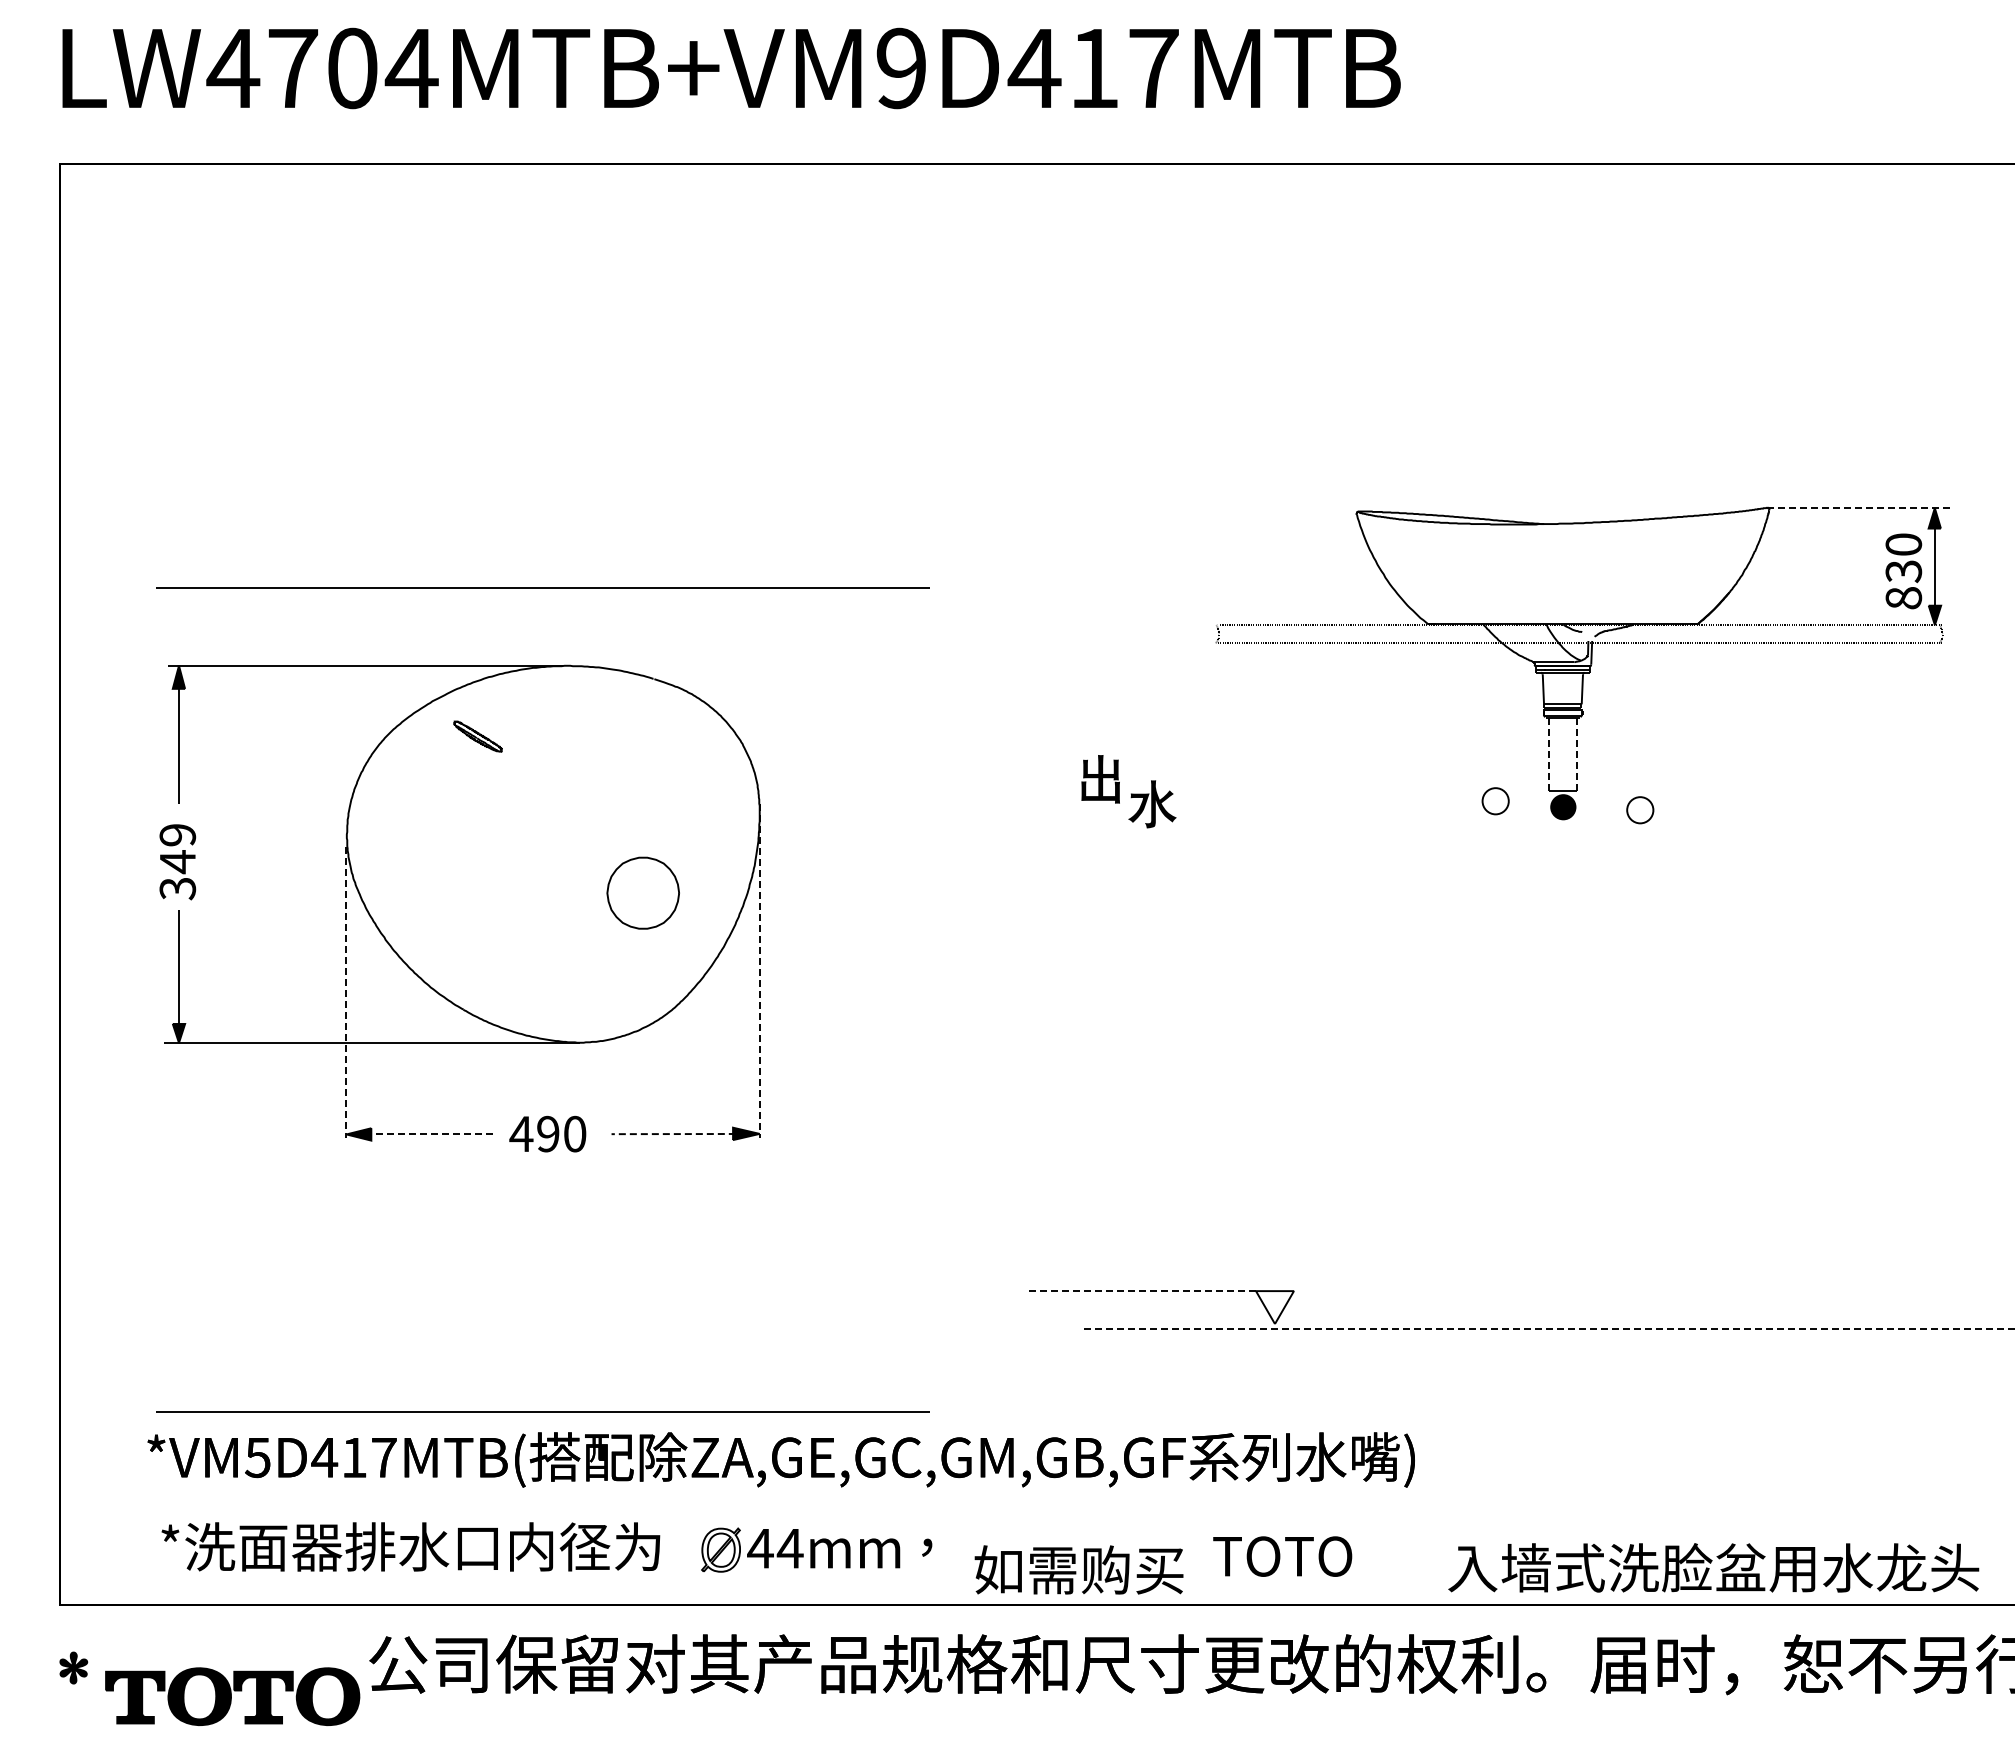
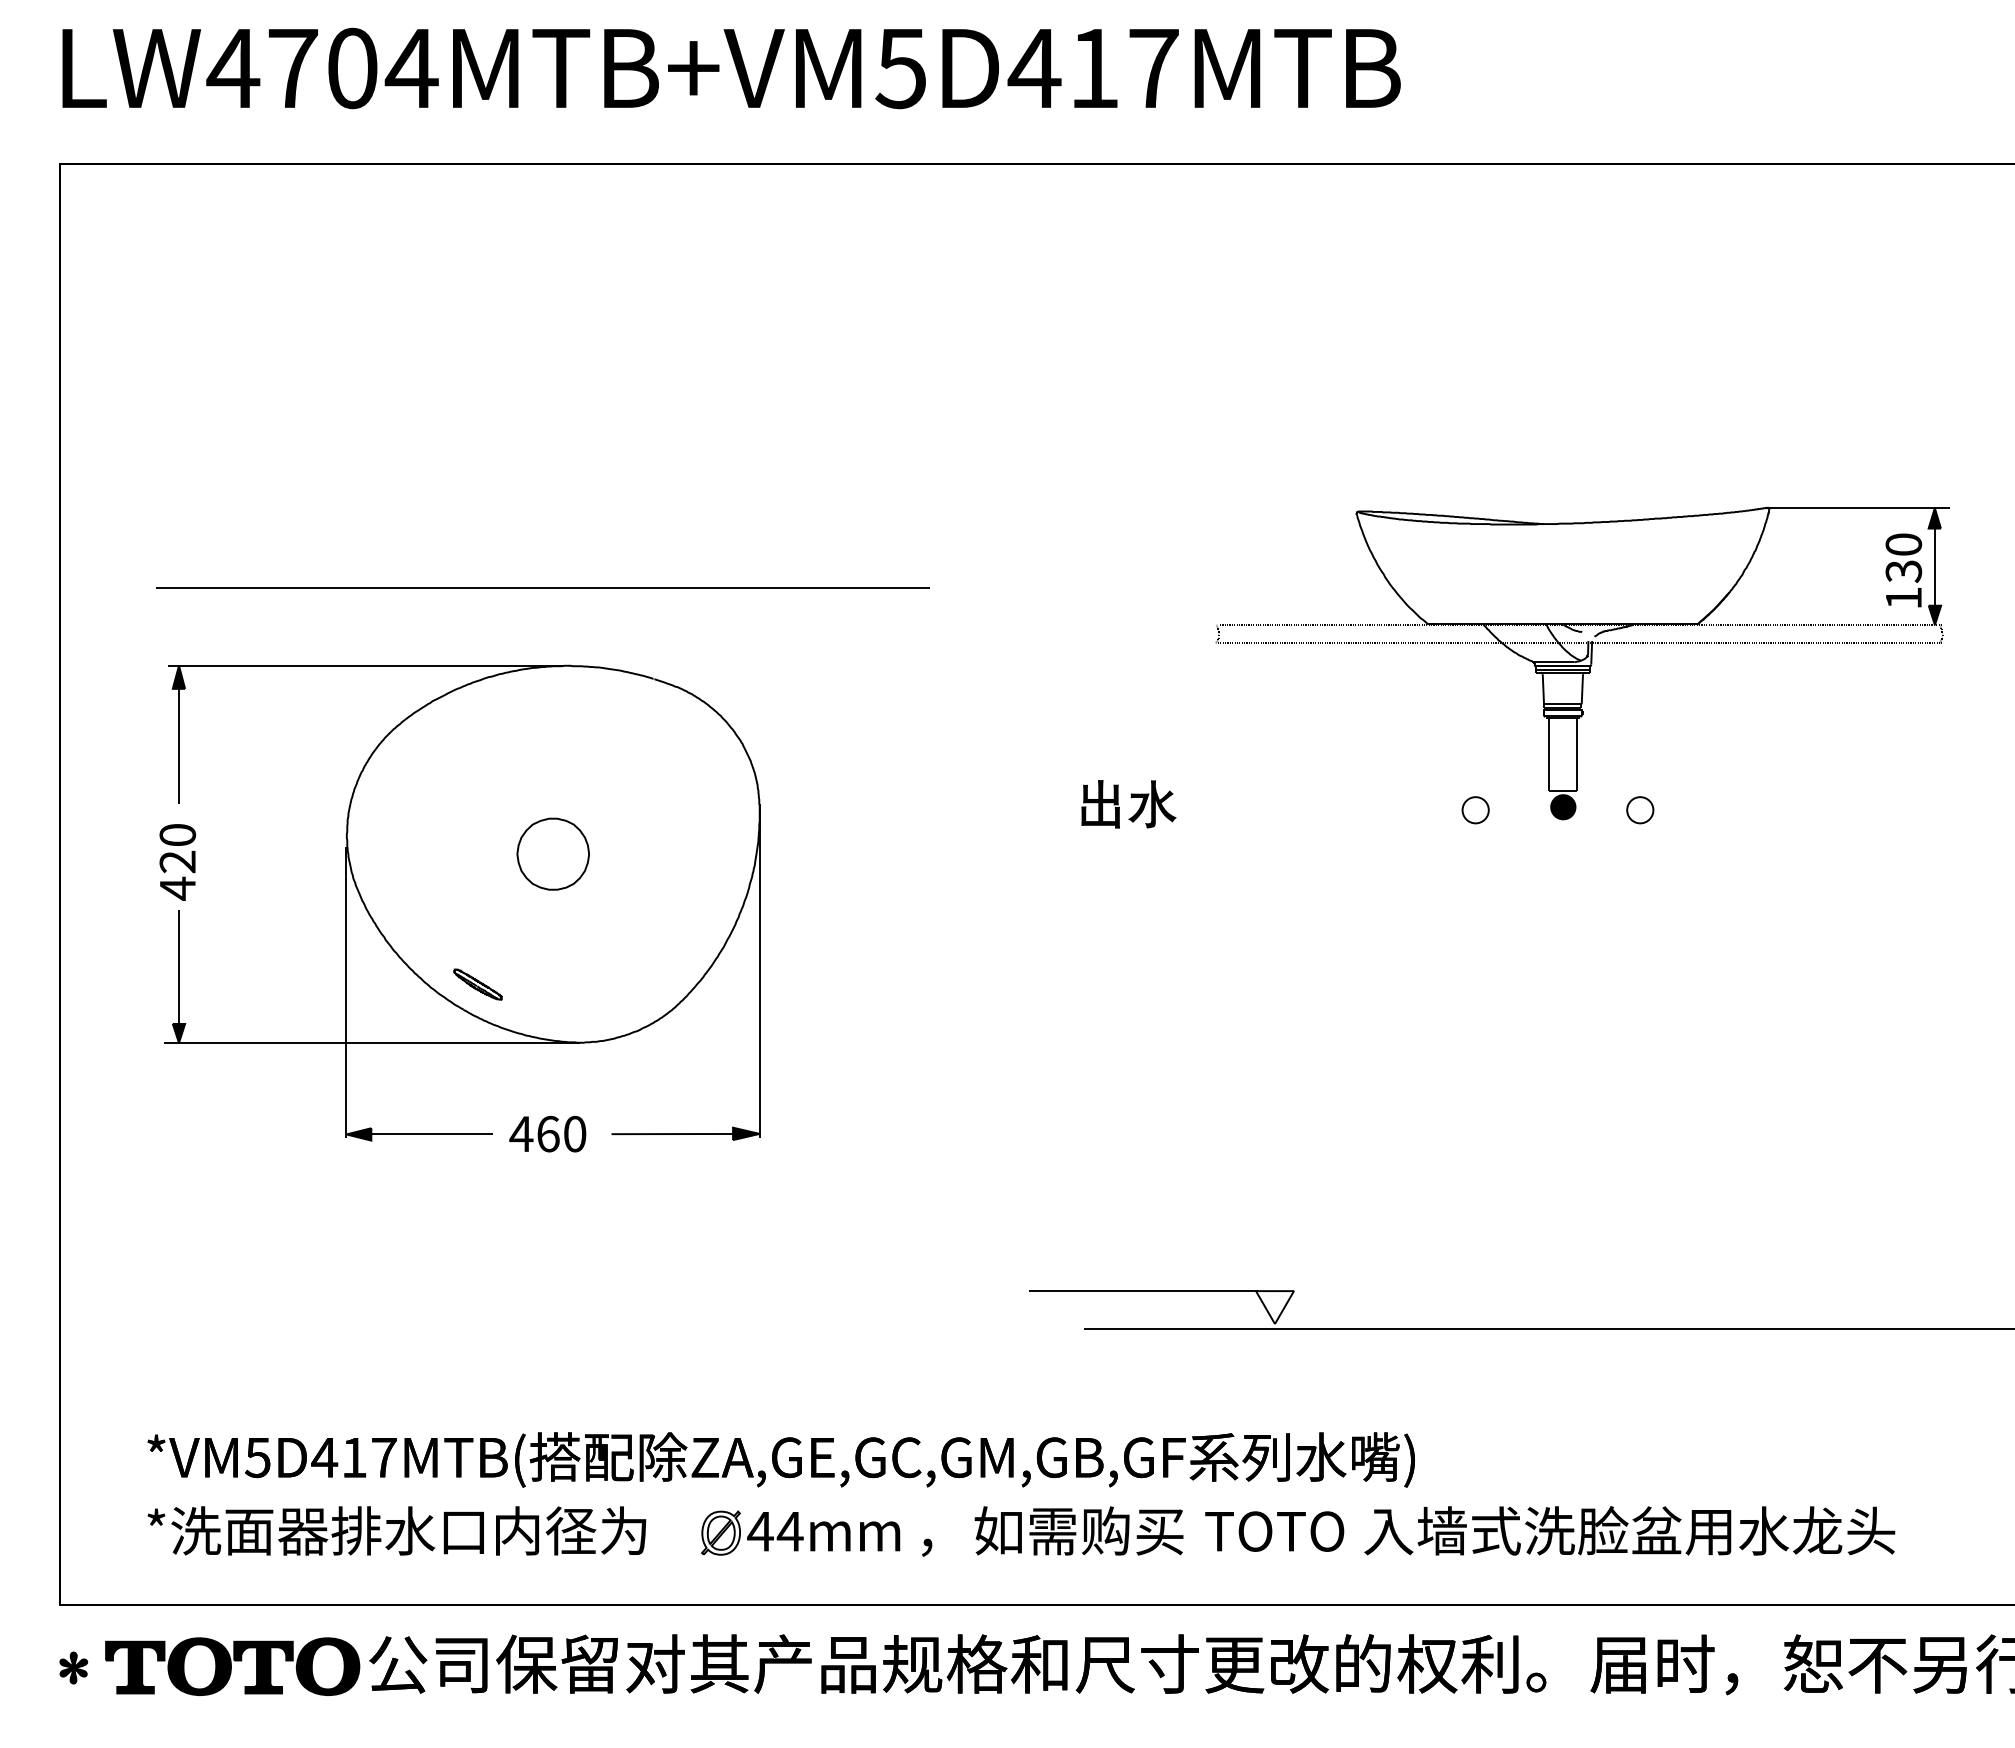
text at (900, 68): LW4704MTB+VM9D417MTB -> LW4704MTB+VM5D417MTB
line at (1857, 507): dashed -> solid
text at (1903, 598): 830 -> 130
part at (477, 736) position: (477, 736) -> (477, 984)
line at (1548, 754): dashed -> solid
line at (1577, 754): dashed -> solid
part at (1100, 779) position: (1100, 779) -> (1100, 804)
part at (1495, 801) position: (1495, 801) -> (1475, 810)
text at (177, 862): 349 -> 420
part at (642, 892) position: (642, 892) -> (552, 853)
line at (759, 971): dashed -> solid
line at (346, 992): dashed -> solid
text at (548, 1133): 490 -> 460
line at (429, 1134): dashed -> solid
line at (673, 1134): dashed -> solid
line at (1143, 1291): dashed -> solid
line at (1549, 1329): dashed -> solid
line at (542, 1411): present -> none
text at (410, 1546) position: (410, 1546) -> (396, 1530)
part at (800, 1549) position: (800, 1549) -> (800, 1532)
text at (1282, 1556) position: (1282, 1556) -> (1274, 1531)
text at (1713, 1567) position: (1713, 1567) -> (1629, 1530)
text at (1078, 1569) position: (1078, 1569) -> (1078, 1530)
part at (232, 1696) position: (232, 1696) -> (232, 1666)
